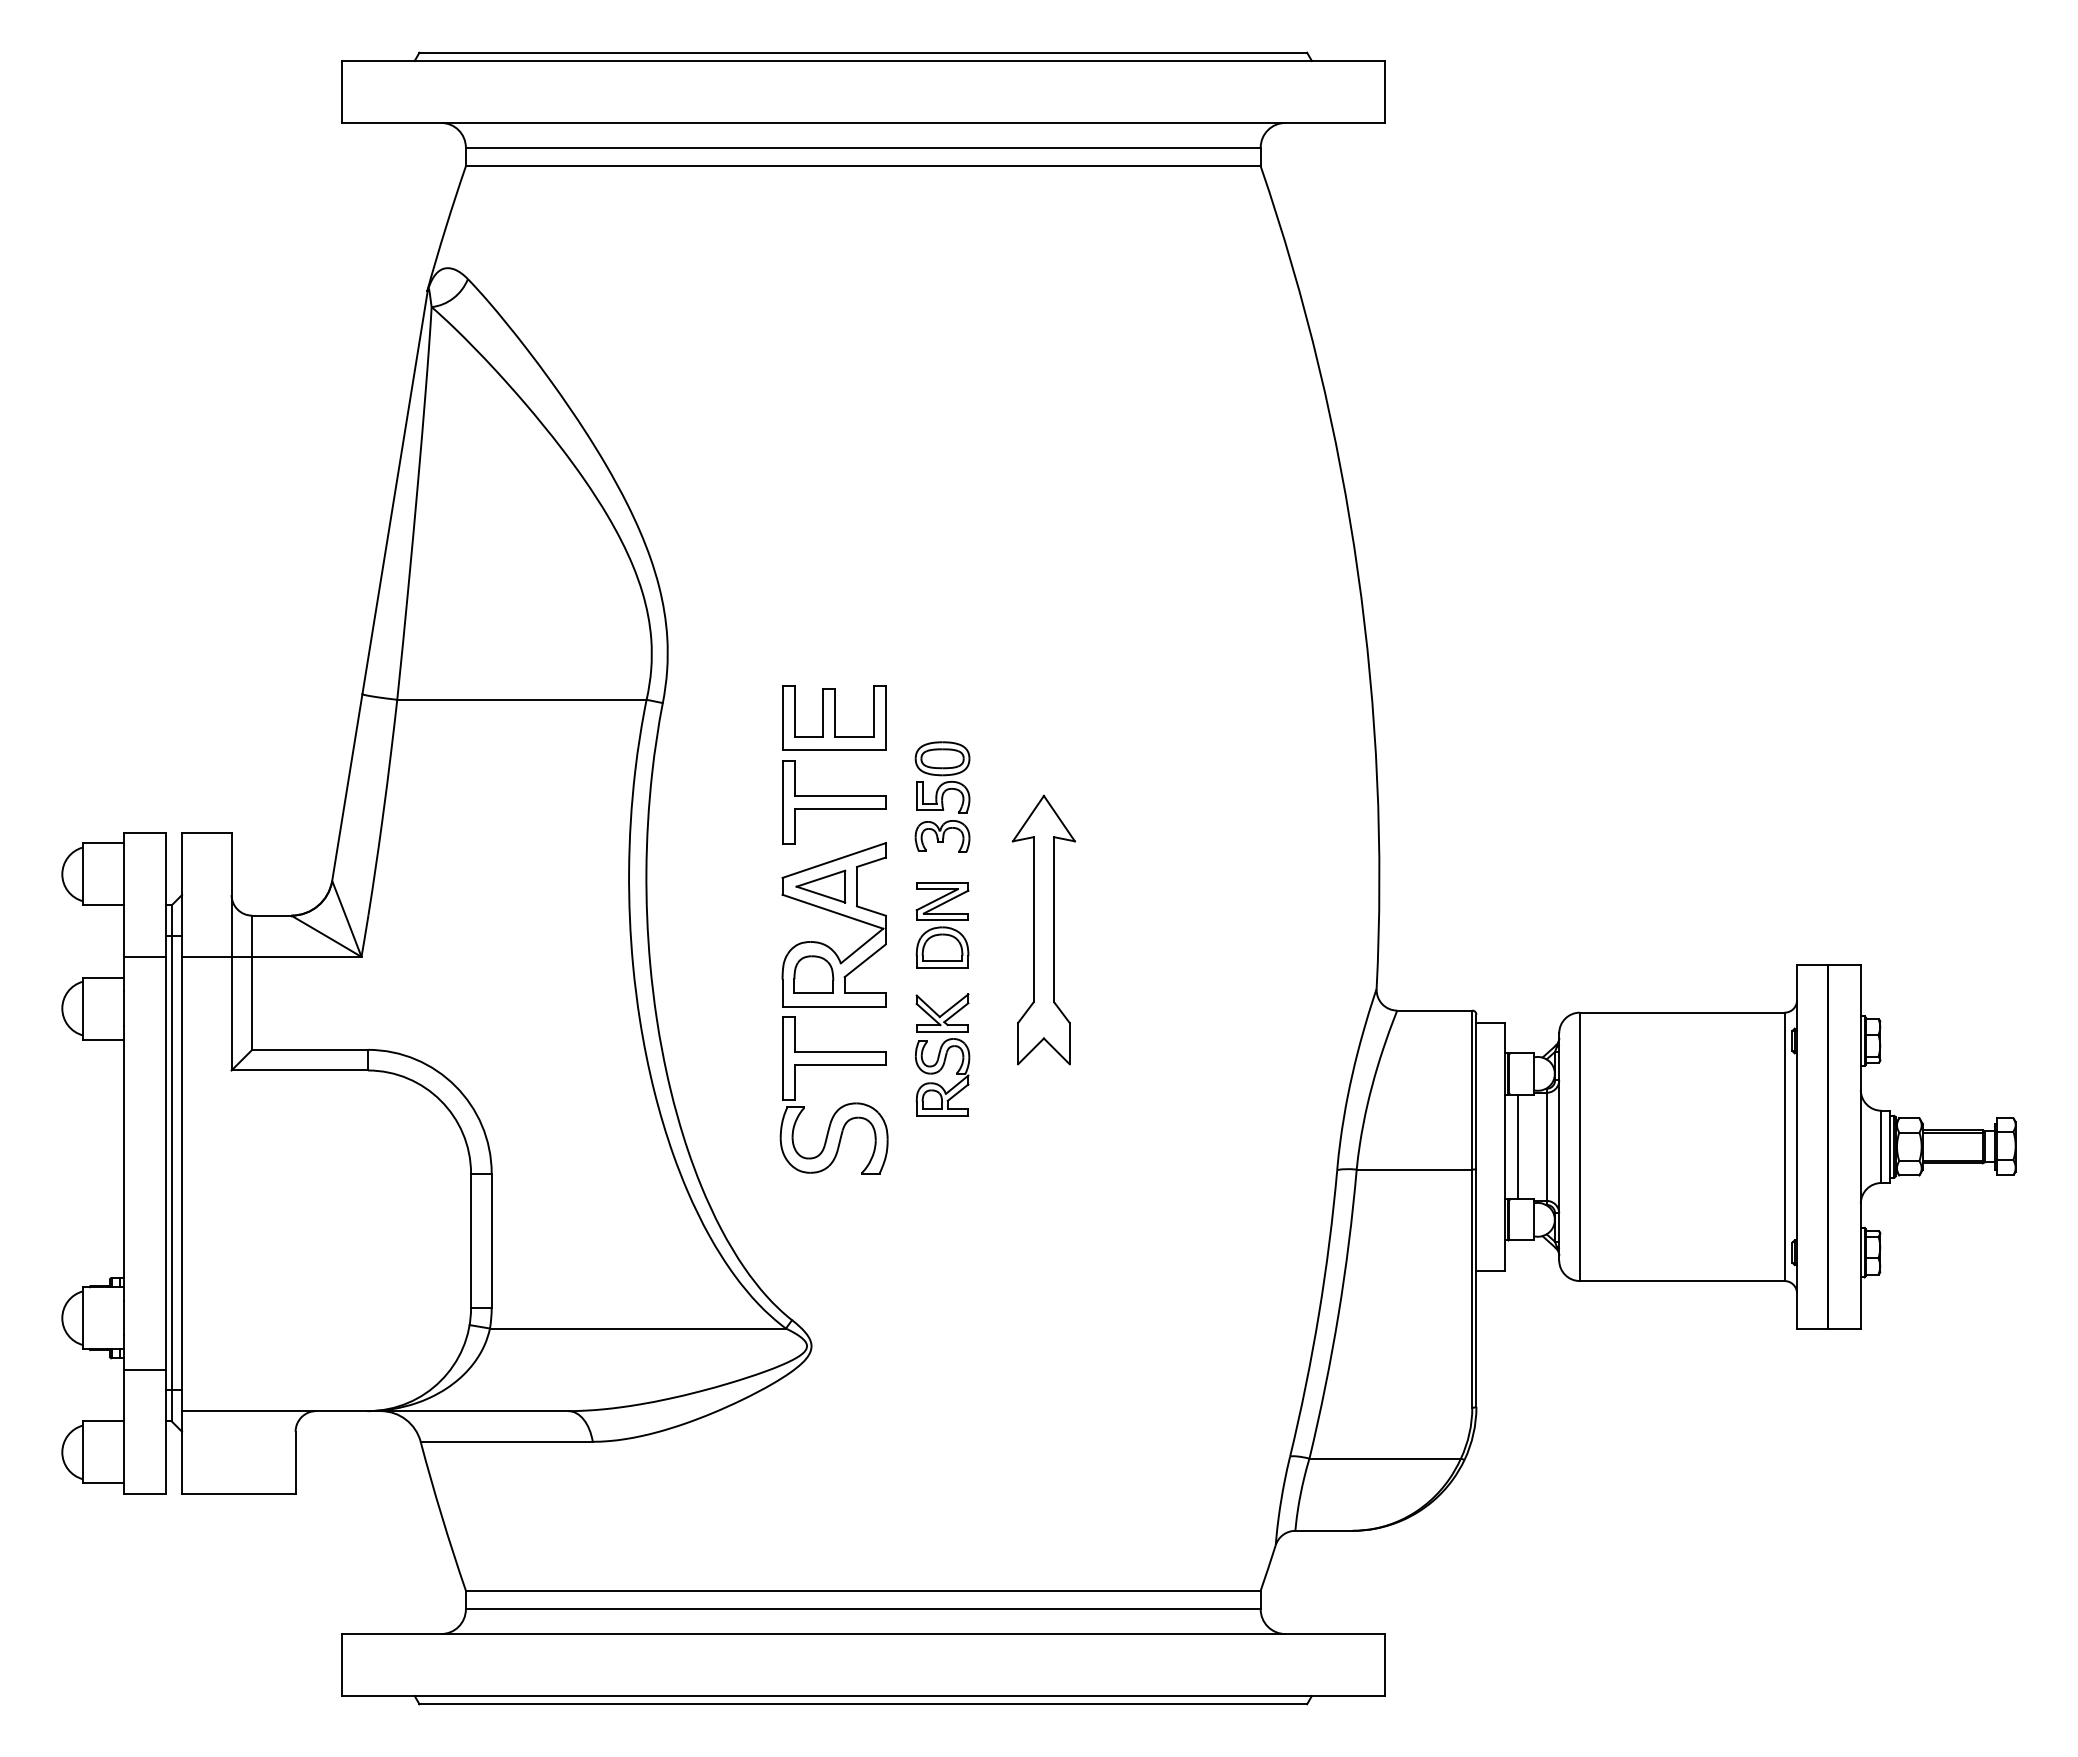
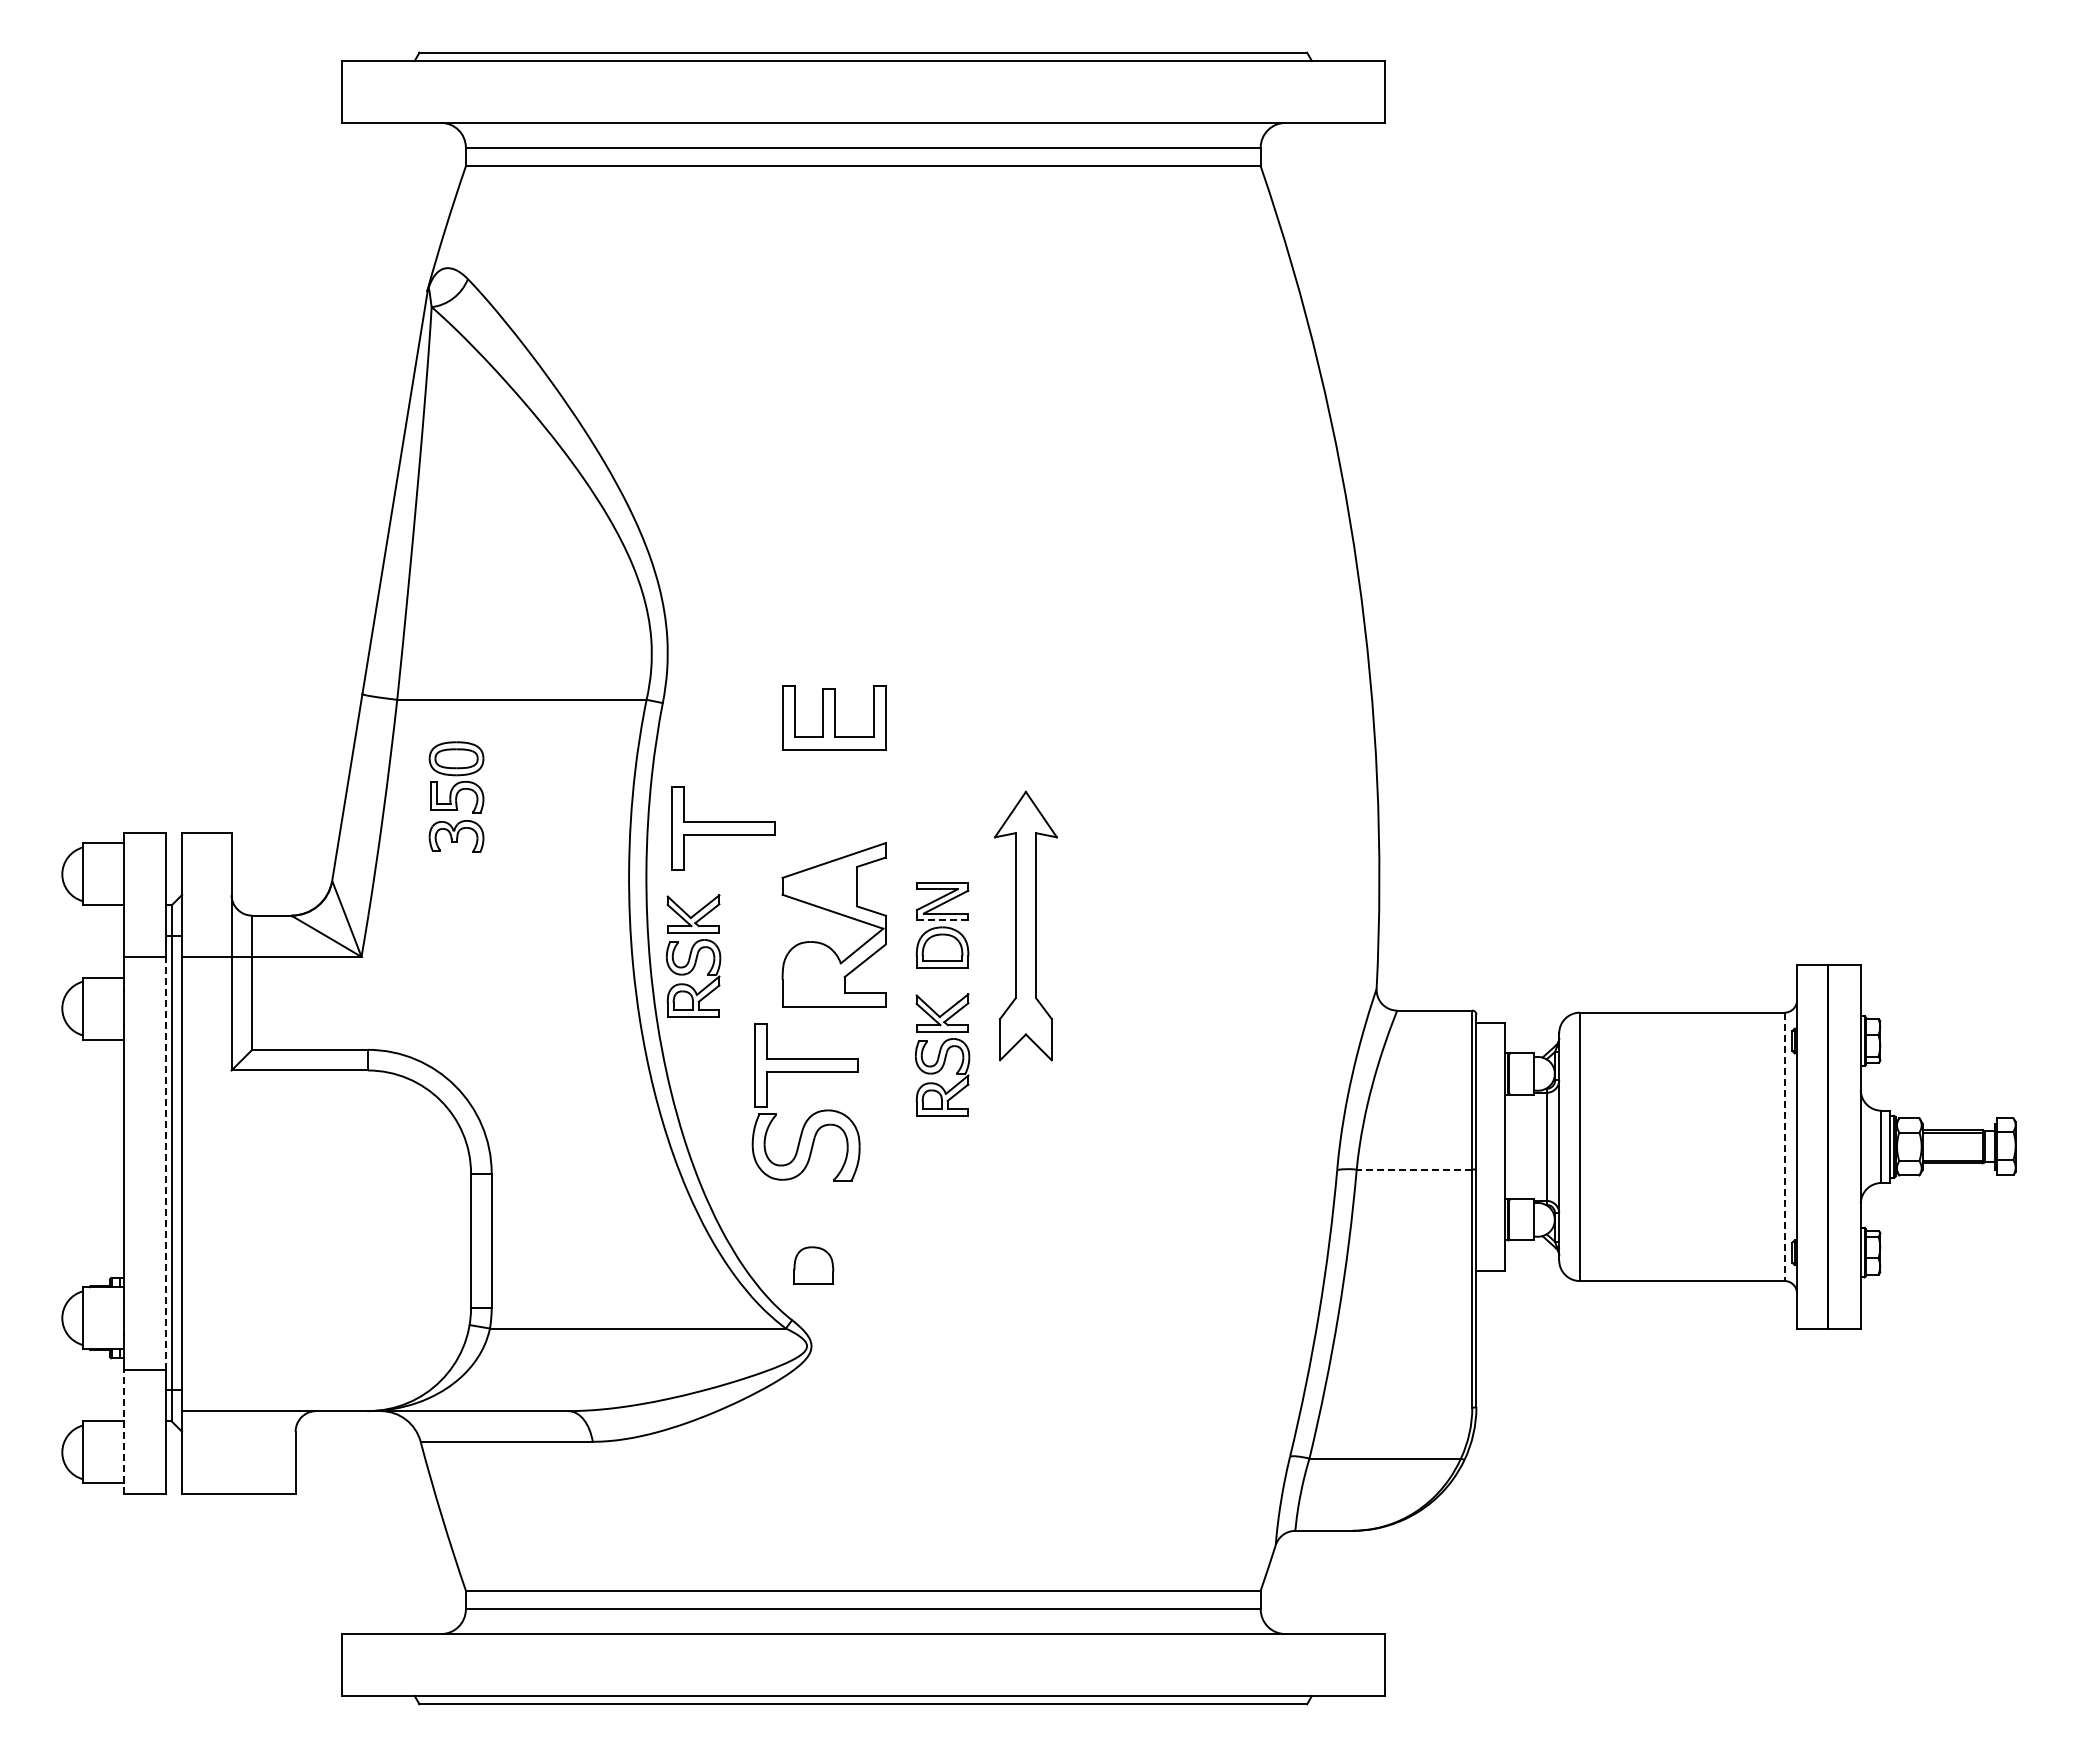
part at (942, 796) position: (942, 796) -> (456, 796)
part at (834, 802) position: (834, 802) -> (723, 828)
part at (820, 886): present -> none
line at (942, 919): solid -> dashed
part at (1043, 929) position: (1043, 929) -> (1025, 925)
part at (693, 955): none -> present
part at (813, 974) position: (813, 974) -> (813, 1265)
part at (840, 1106) position: (840, 1106) -> (812, 1113)
line at (1517, 1146): present -> none
line at (1784, 1147): solid -> dashed
line at (165, 1162): solid -> dashed
line at (1414, 1169): solid -> dashed
line at (124, 1431): solid -> dashed
